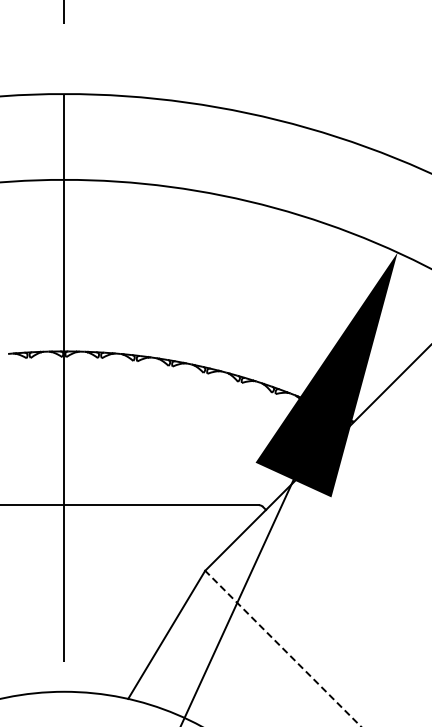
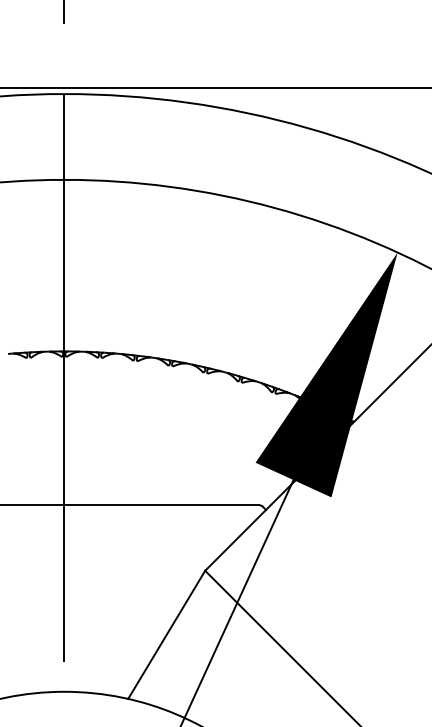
line at (215, 88): none -> present
line at (282, 648): dashed -> solid
